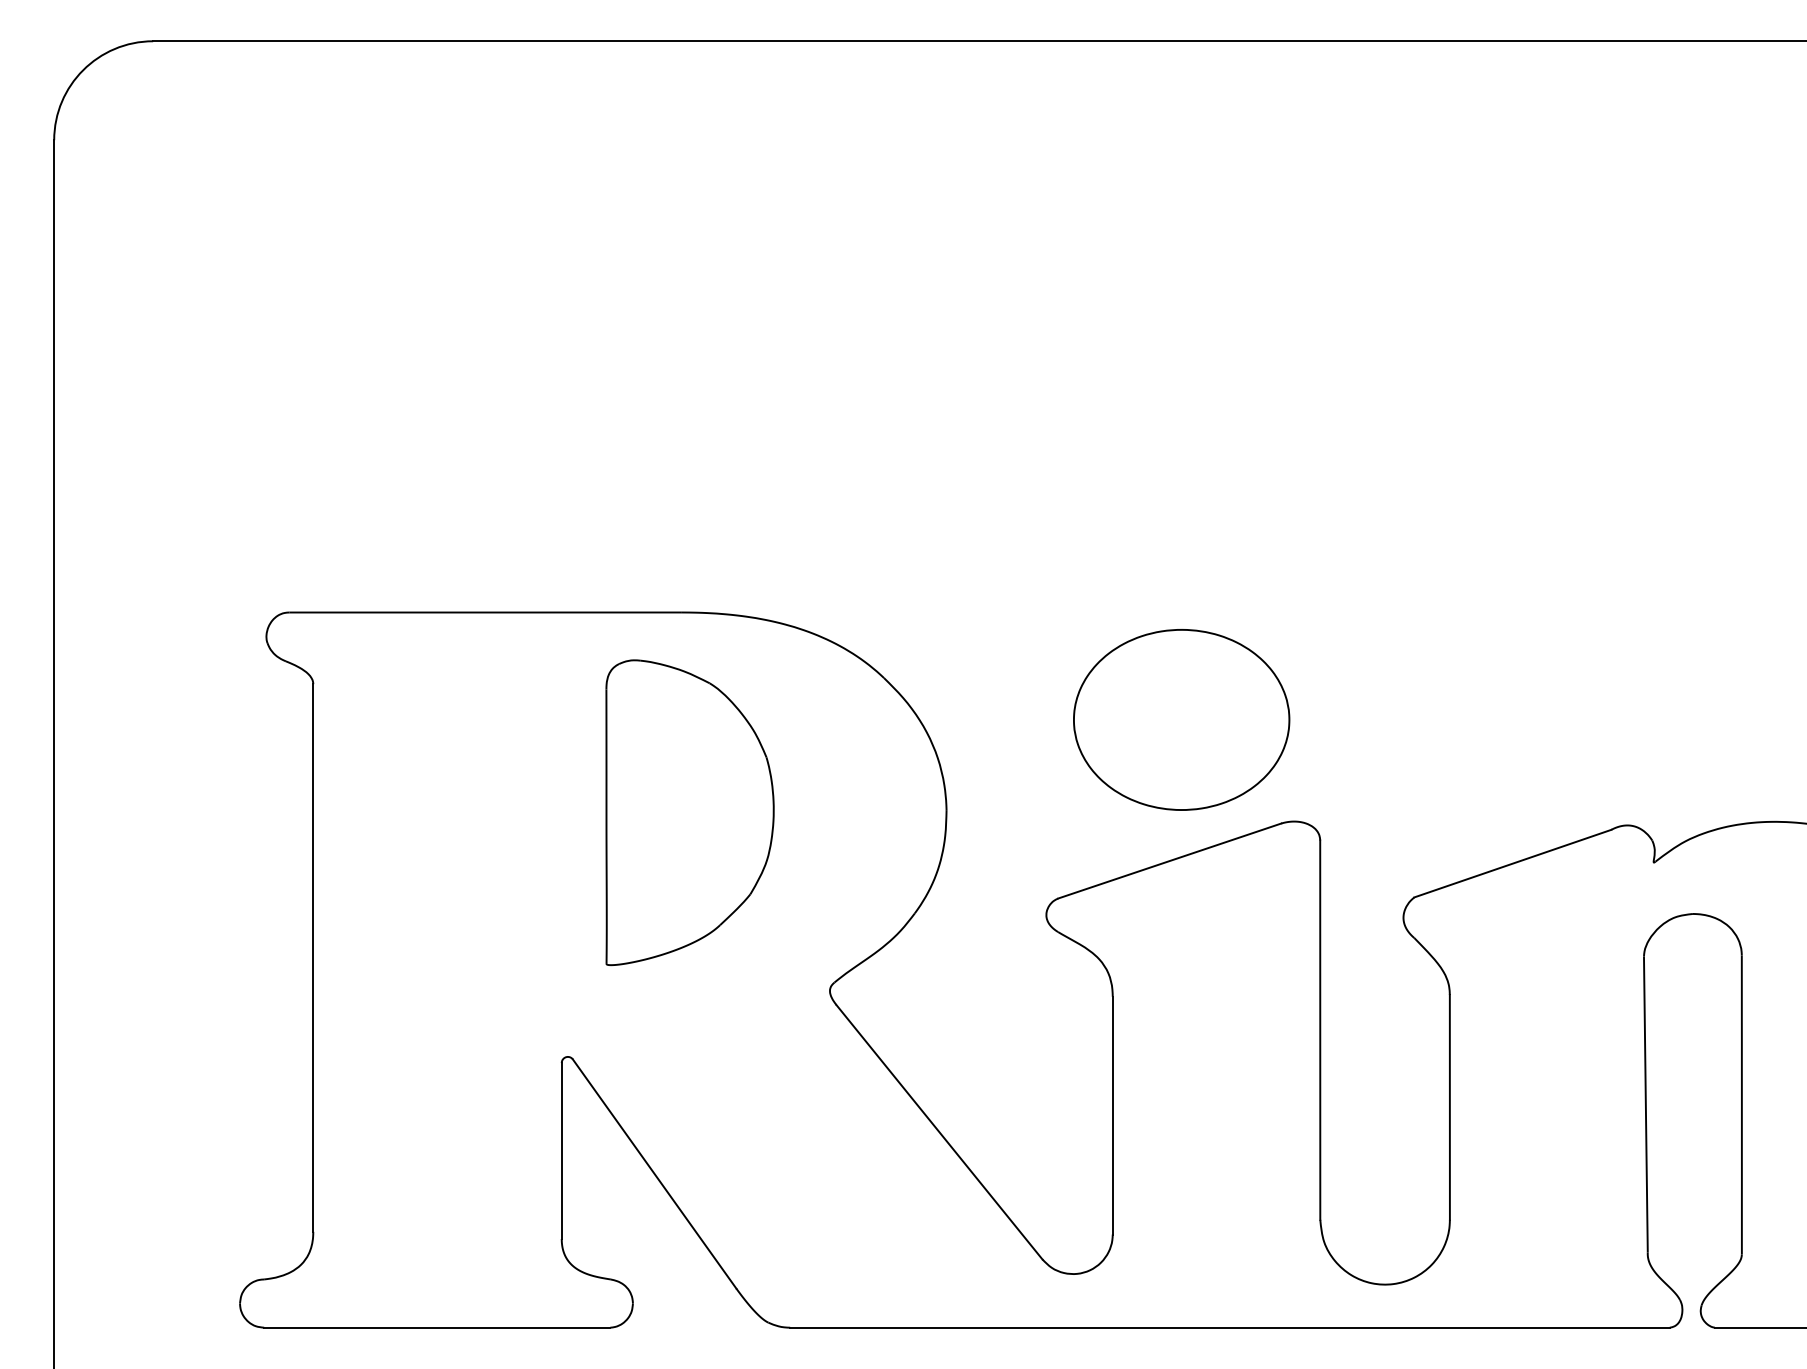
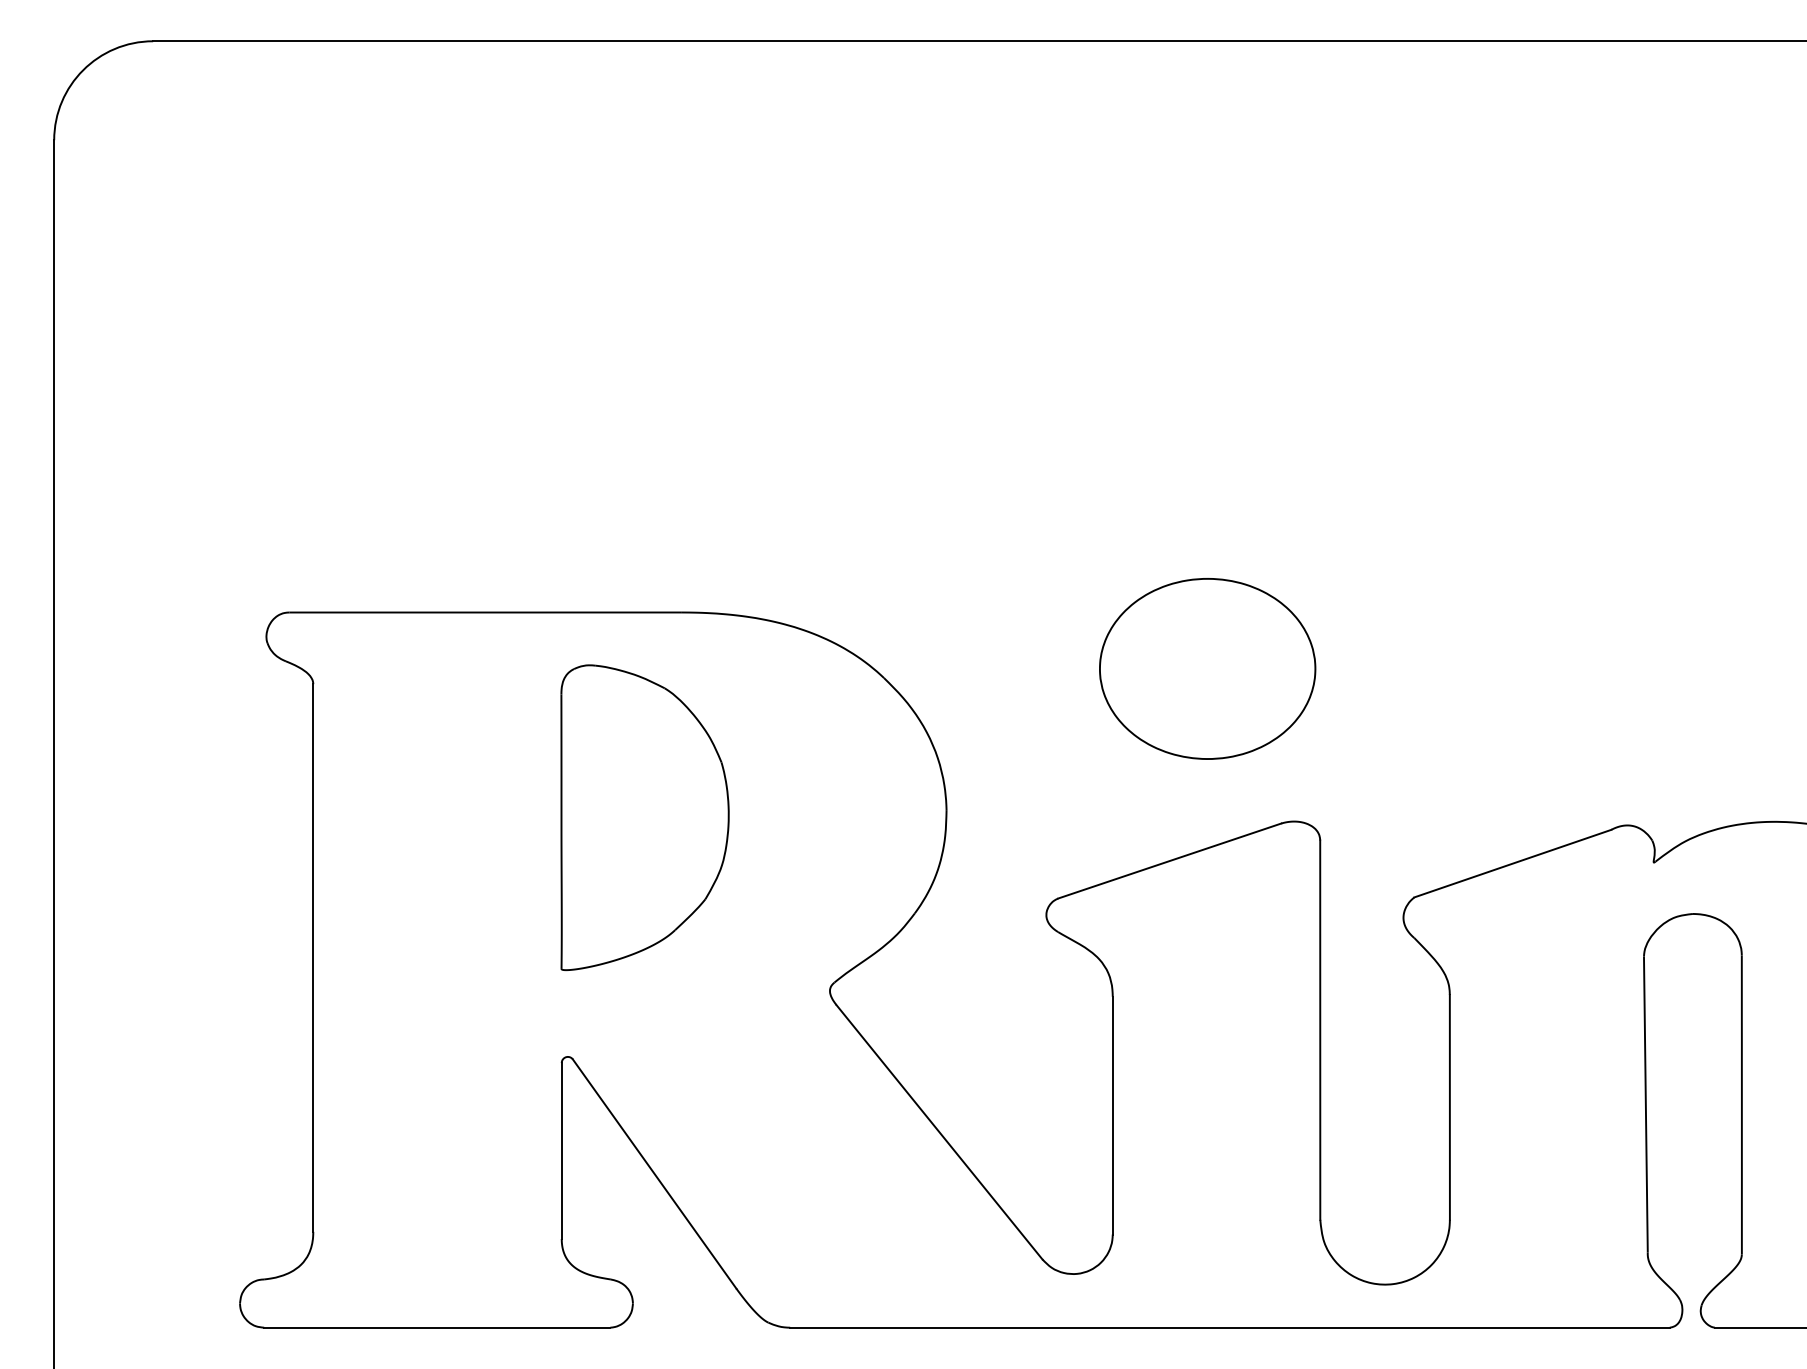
part at (1181, 719) position: (1181, 719) -> (1207, 668)
part at (689, 812) position: (689, 812) -> (644, 817)
